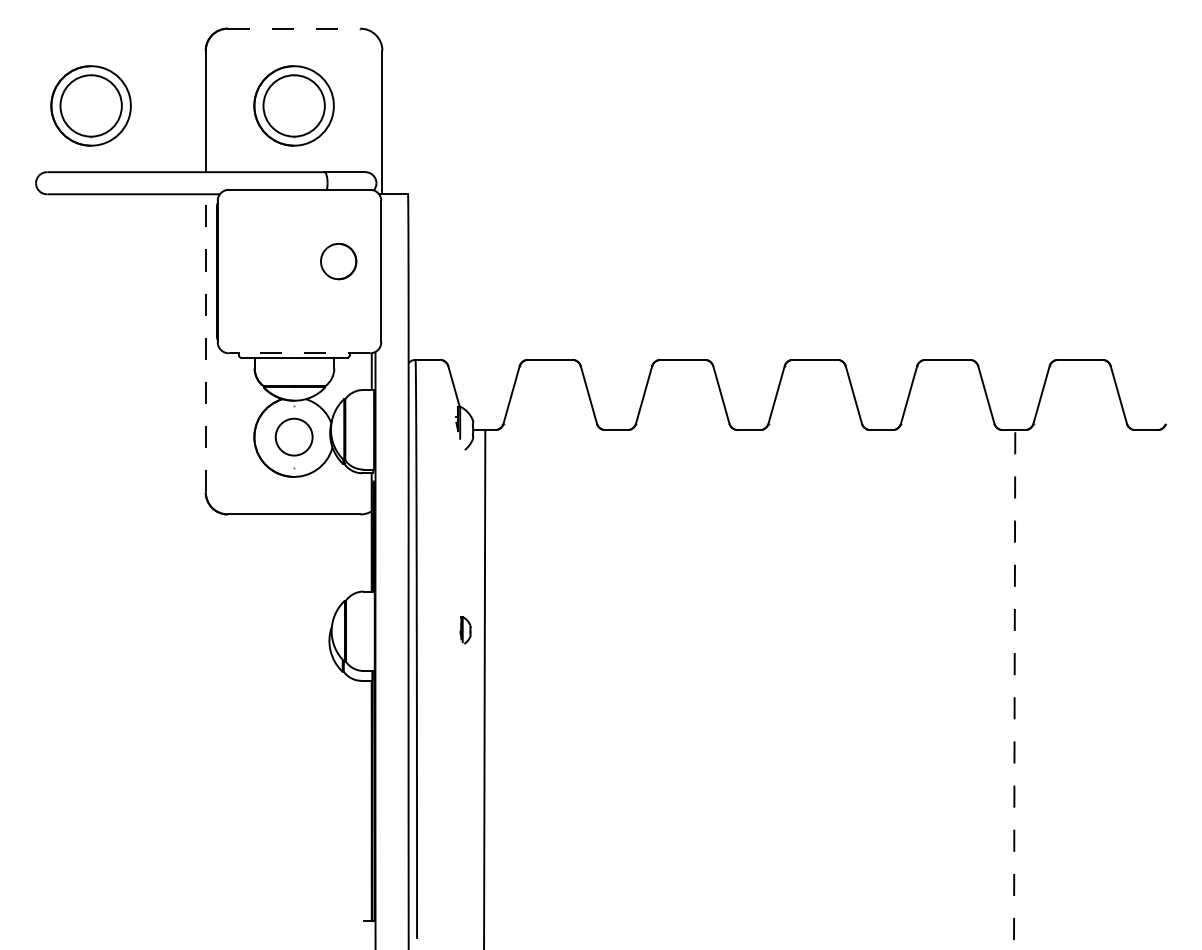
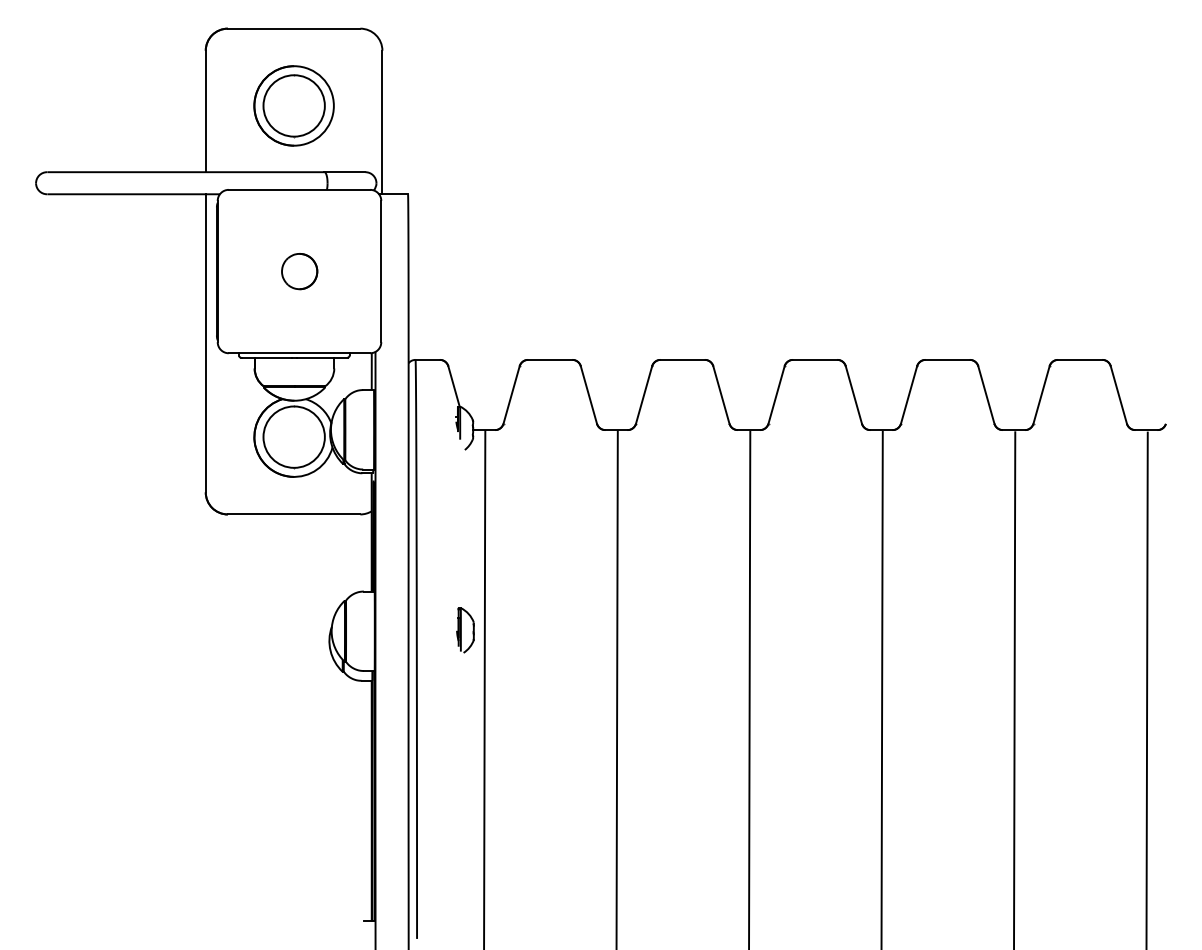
line at (294, 28): dashed -> solid
part at (90, 105): present -> none
part at (338, 261) position: (338, 261) -> (299, 271)
line at (205, 342): dashed -> solid
line at (299, 353): dashed -> solid
circle at (293, 436) diameter: 37 px -> 61 px
part at (465, 630) size: 13x29 px -> 19x47 px
line at (616, 688): none -> present
line at (749, 688): none -> present
line at (881, 688): none -> present
line at (1146, 689): none -> present
line at (1014, 691): dashed -> solid
